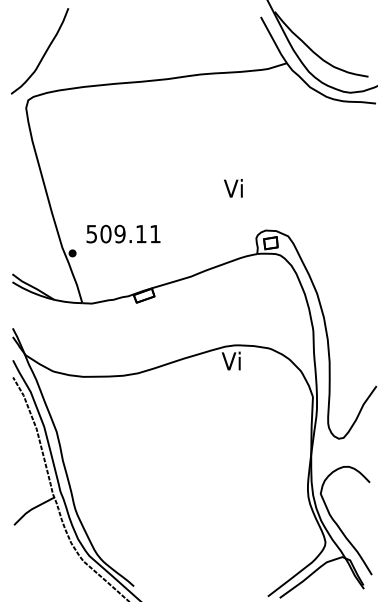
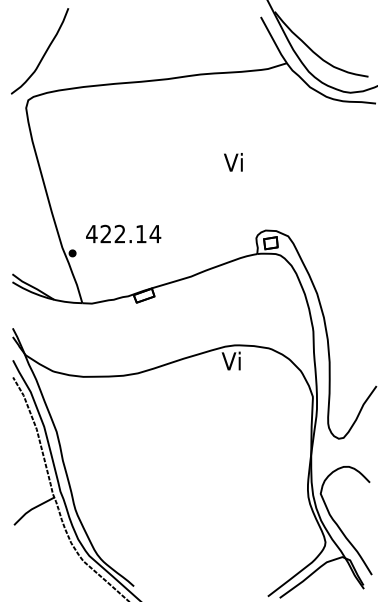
text at (233, 188) position: (233, 188) -> (233, 162)
text at (123, 233): 509.11 -> 422.14
